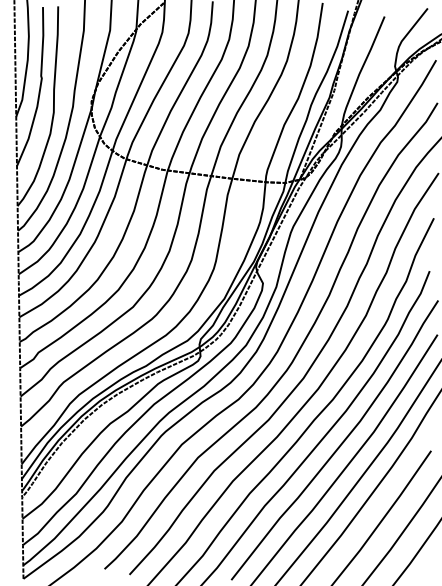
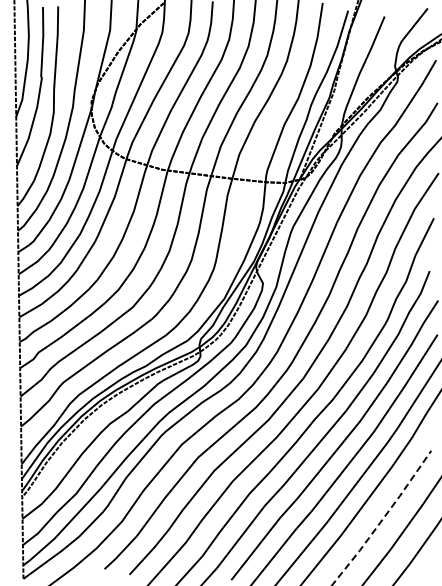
line at (382, 519): solid -> dashed
